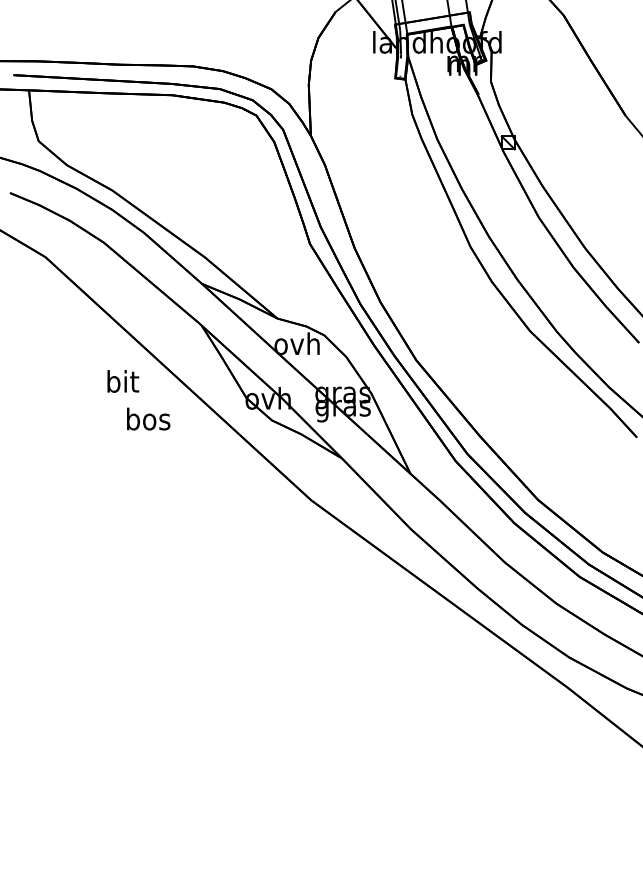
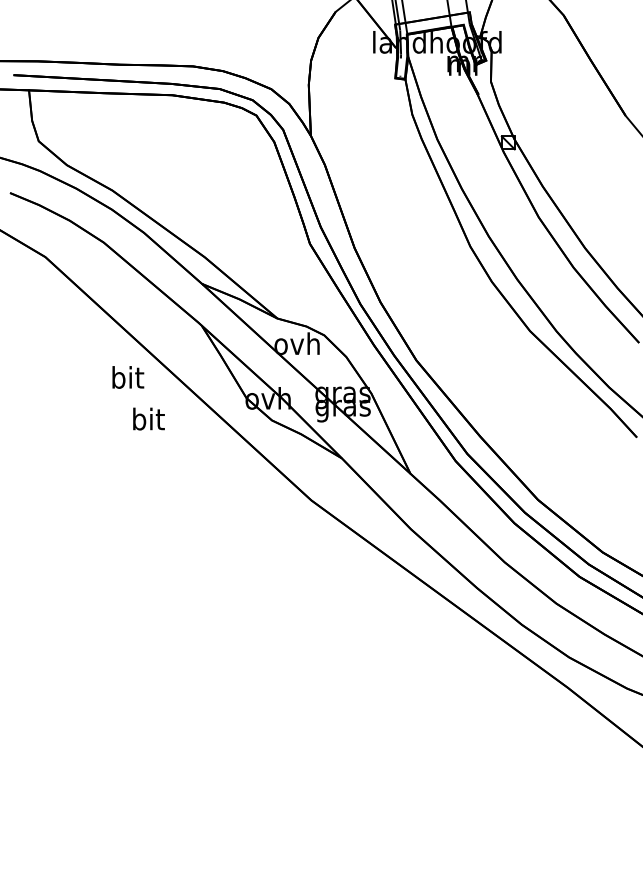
text at (123, 381) position: (123, 381) -> (128, 377)
text at (148, 418): bos -> bit
